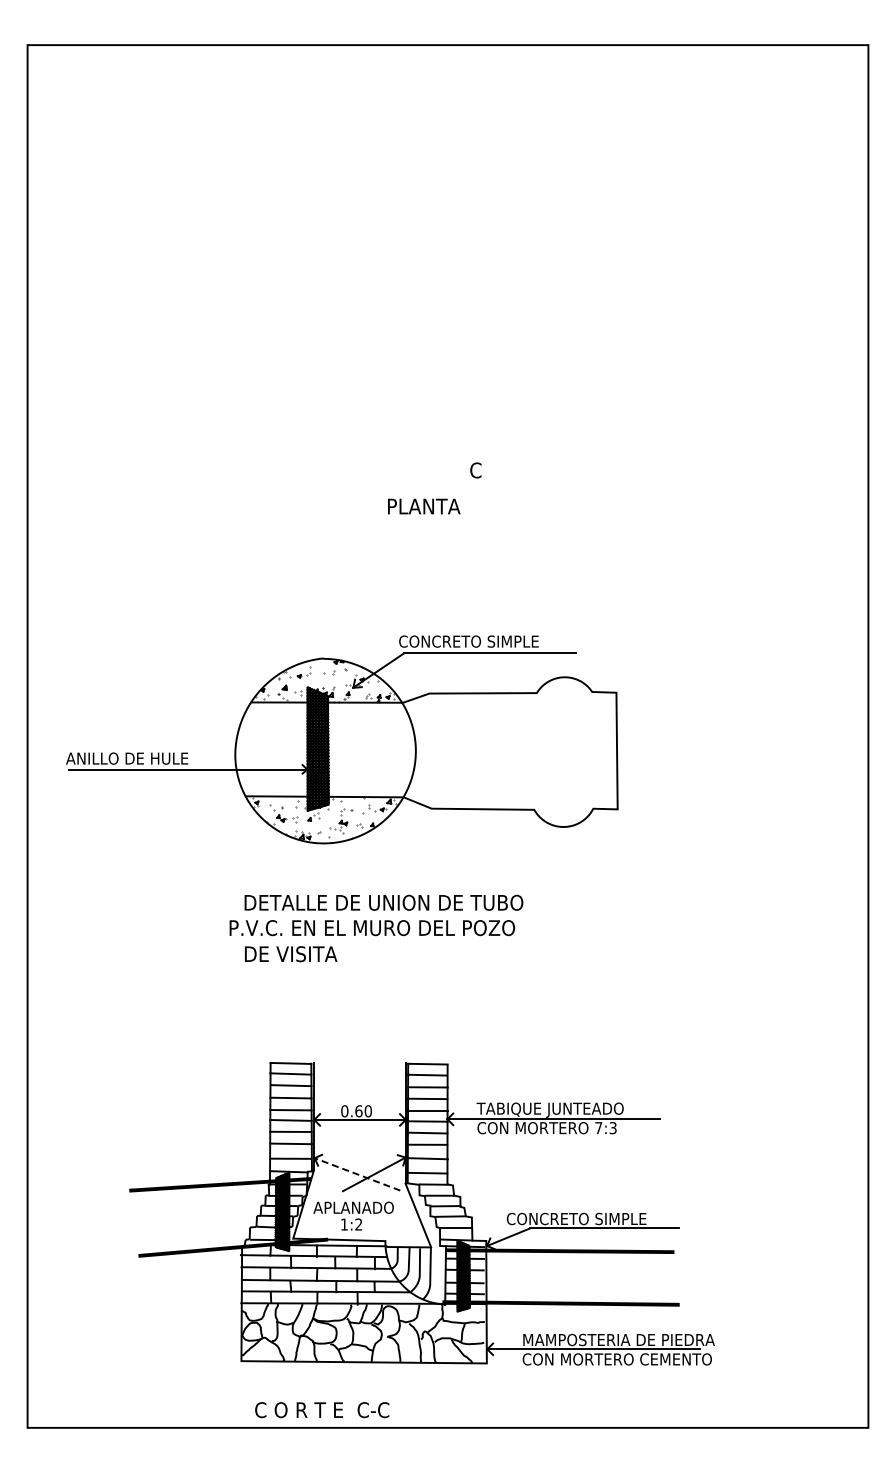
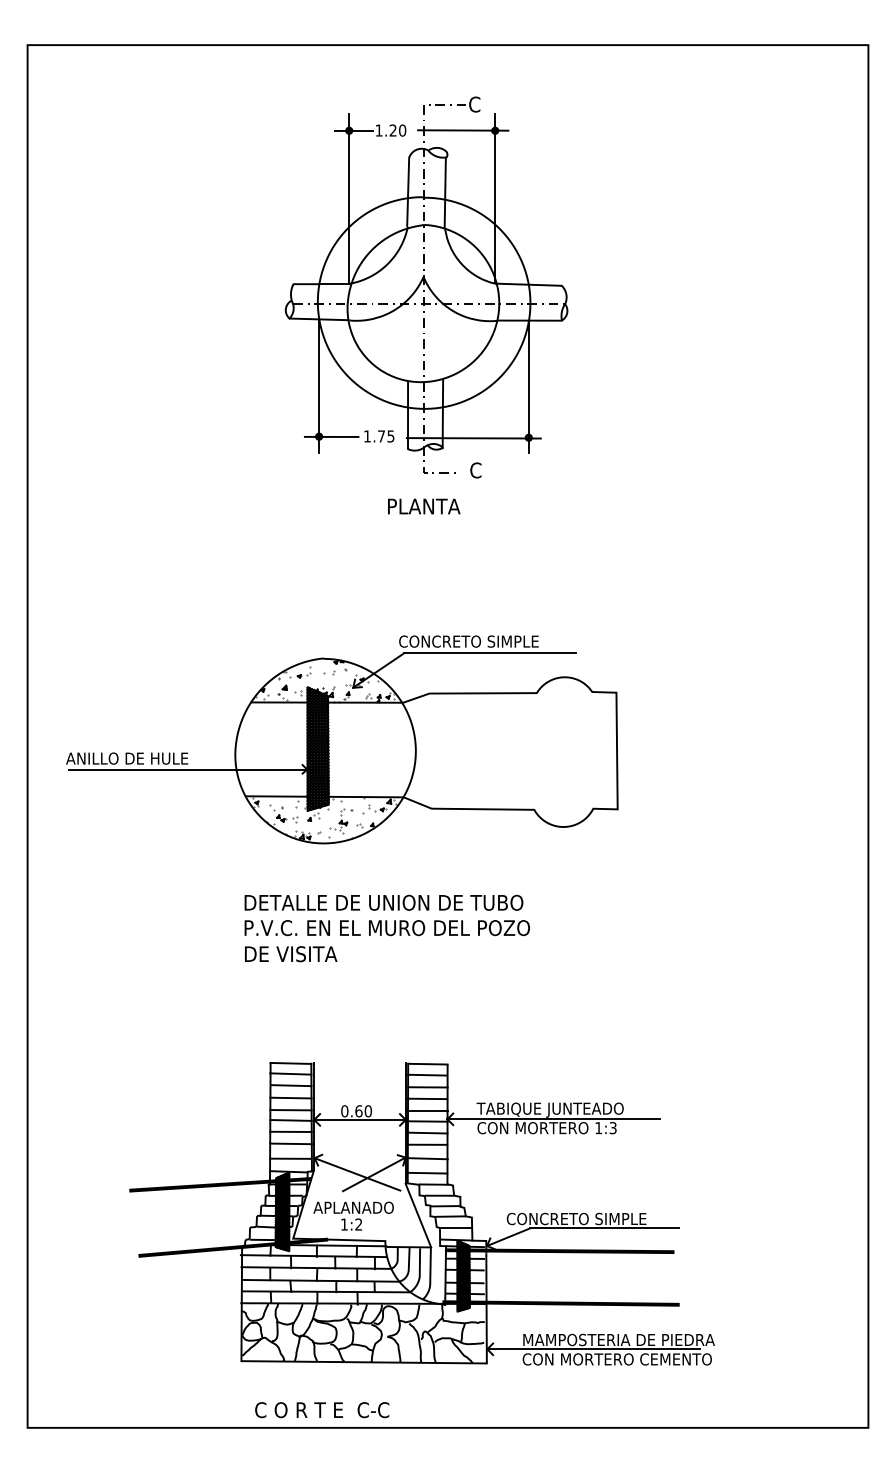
part at (426, 284): none -> present
text at (371, 928) position: (371, 928) -> (386, 928)
text at (598, 1128): 7:3 -> 1:3
line at (357, 1174): dashed -> solid
